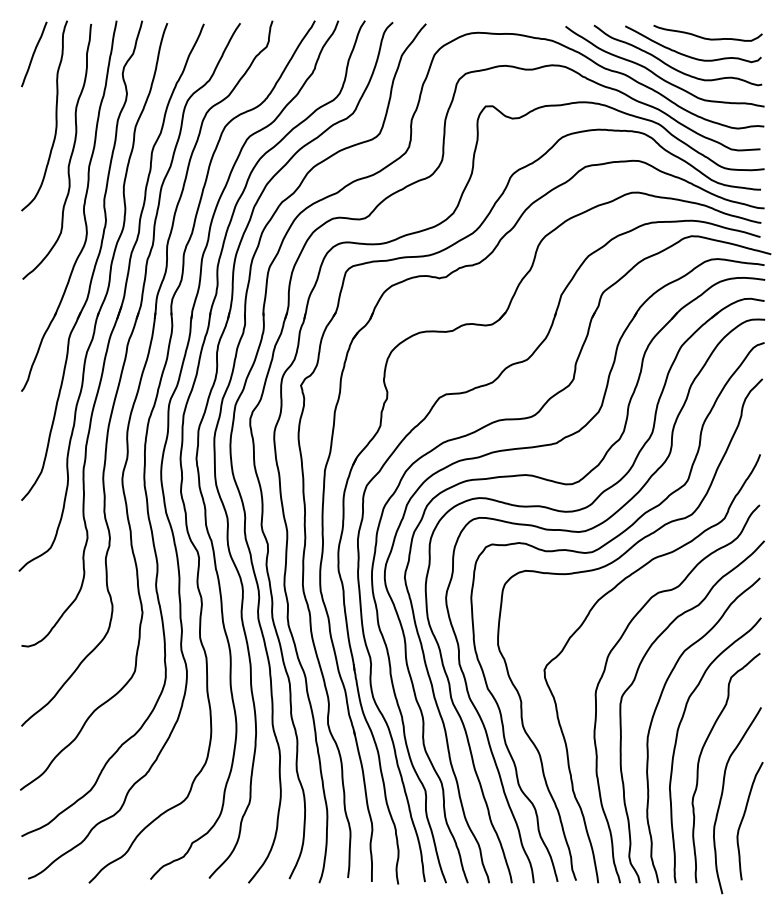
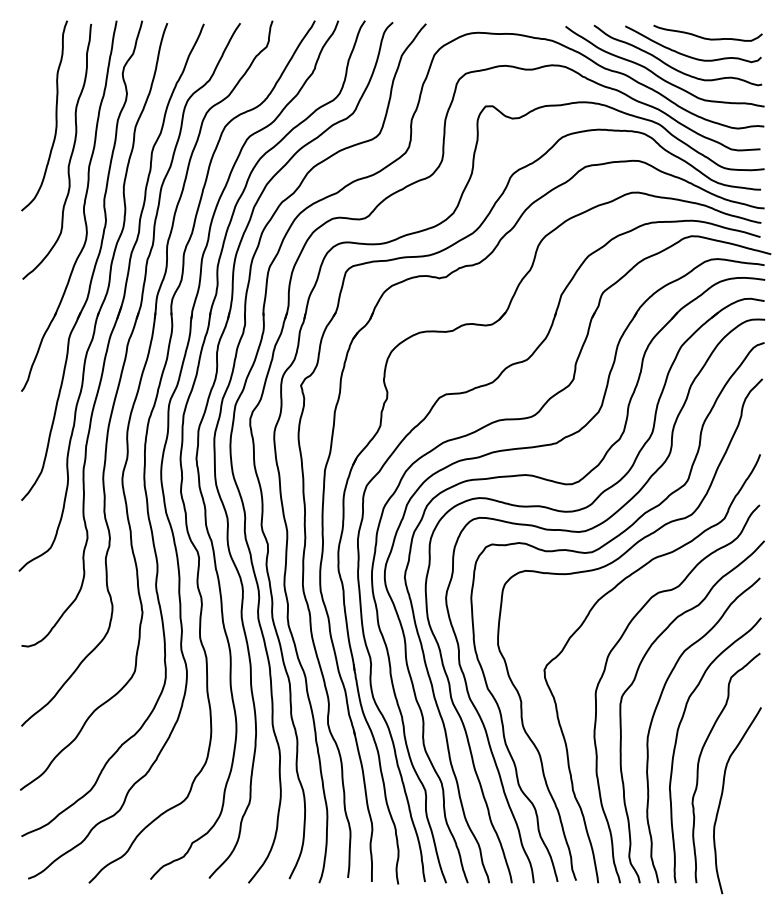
curve at (34, 54): present -> none
curve at (743, 819): present -> none
